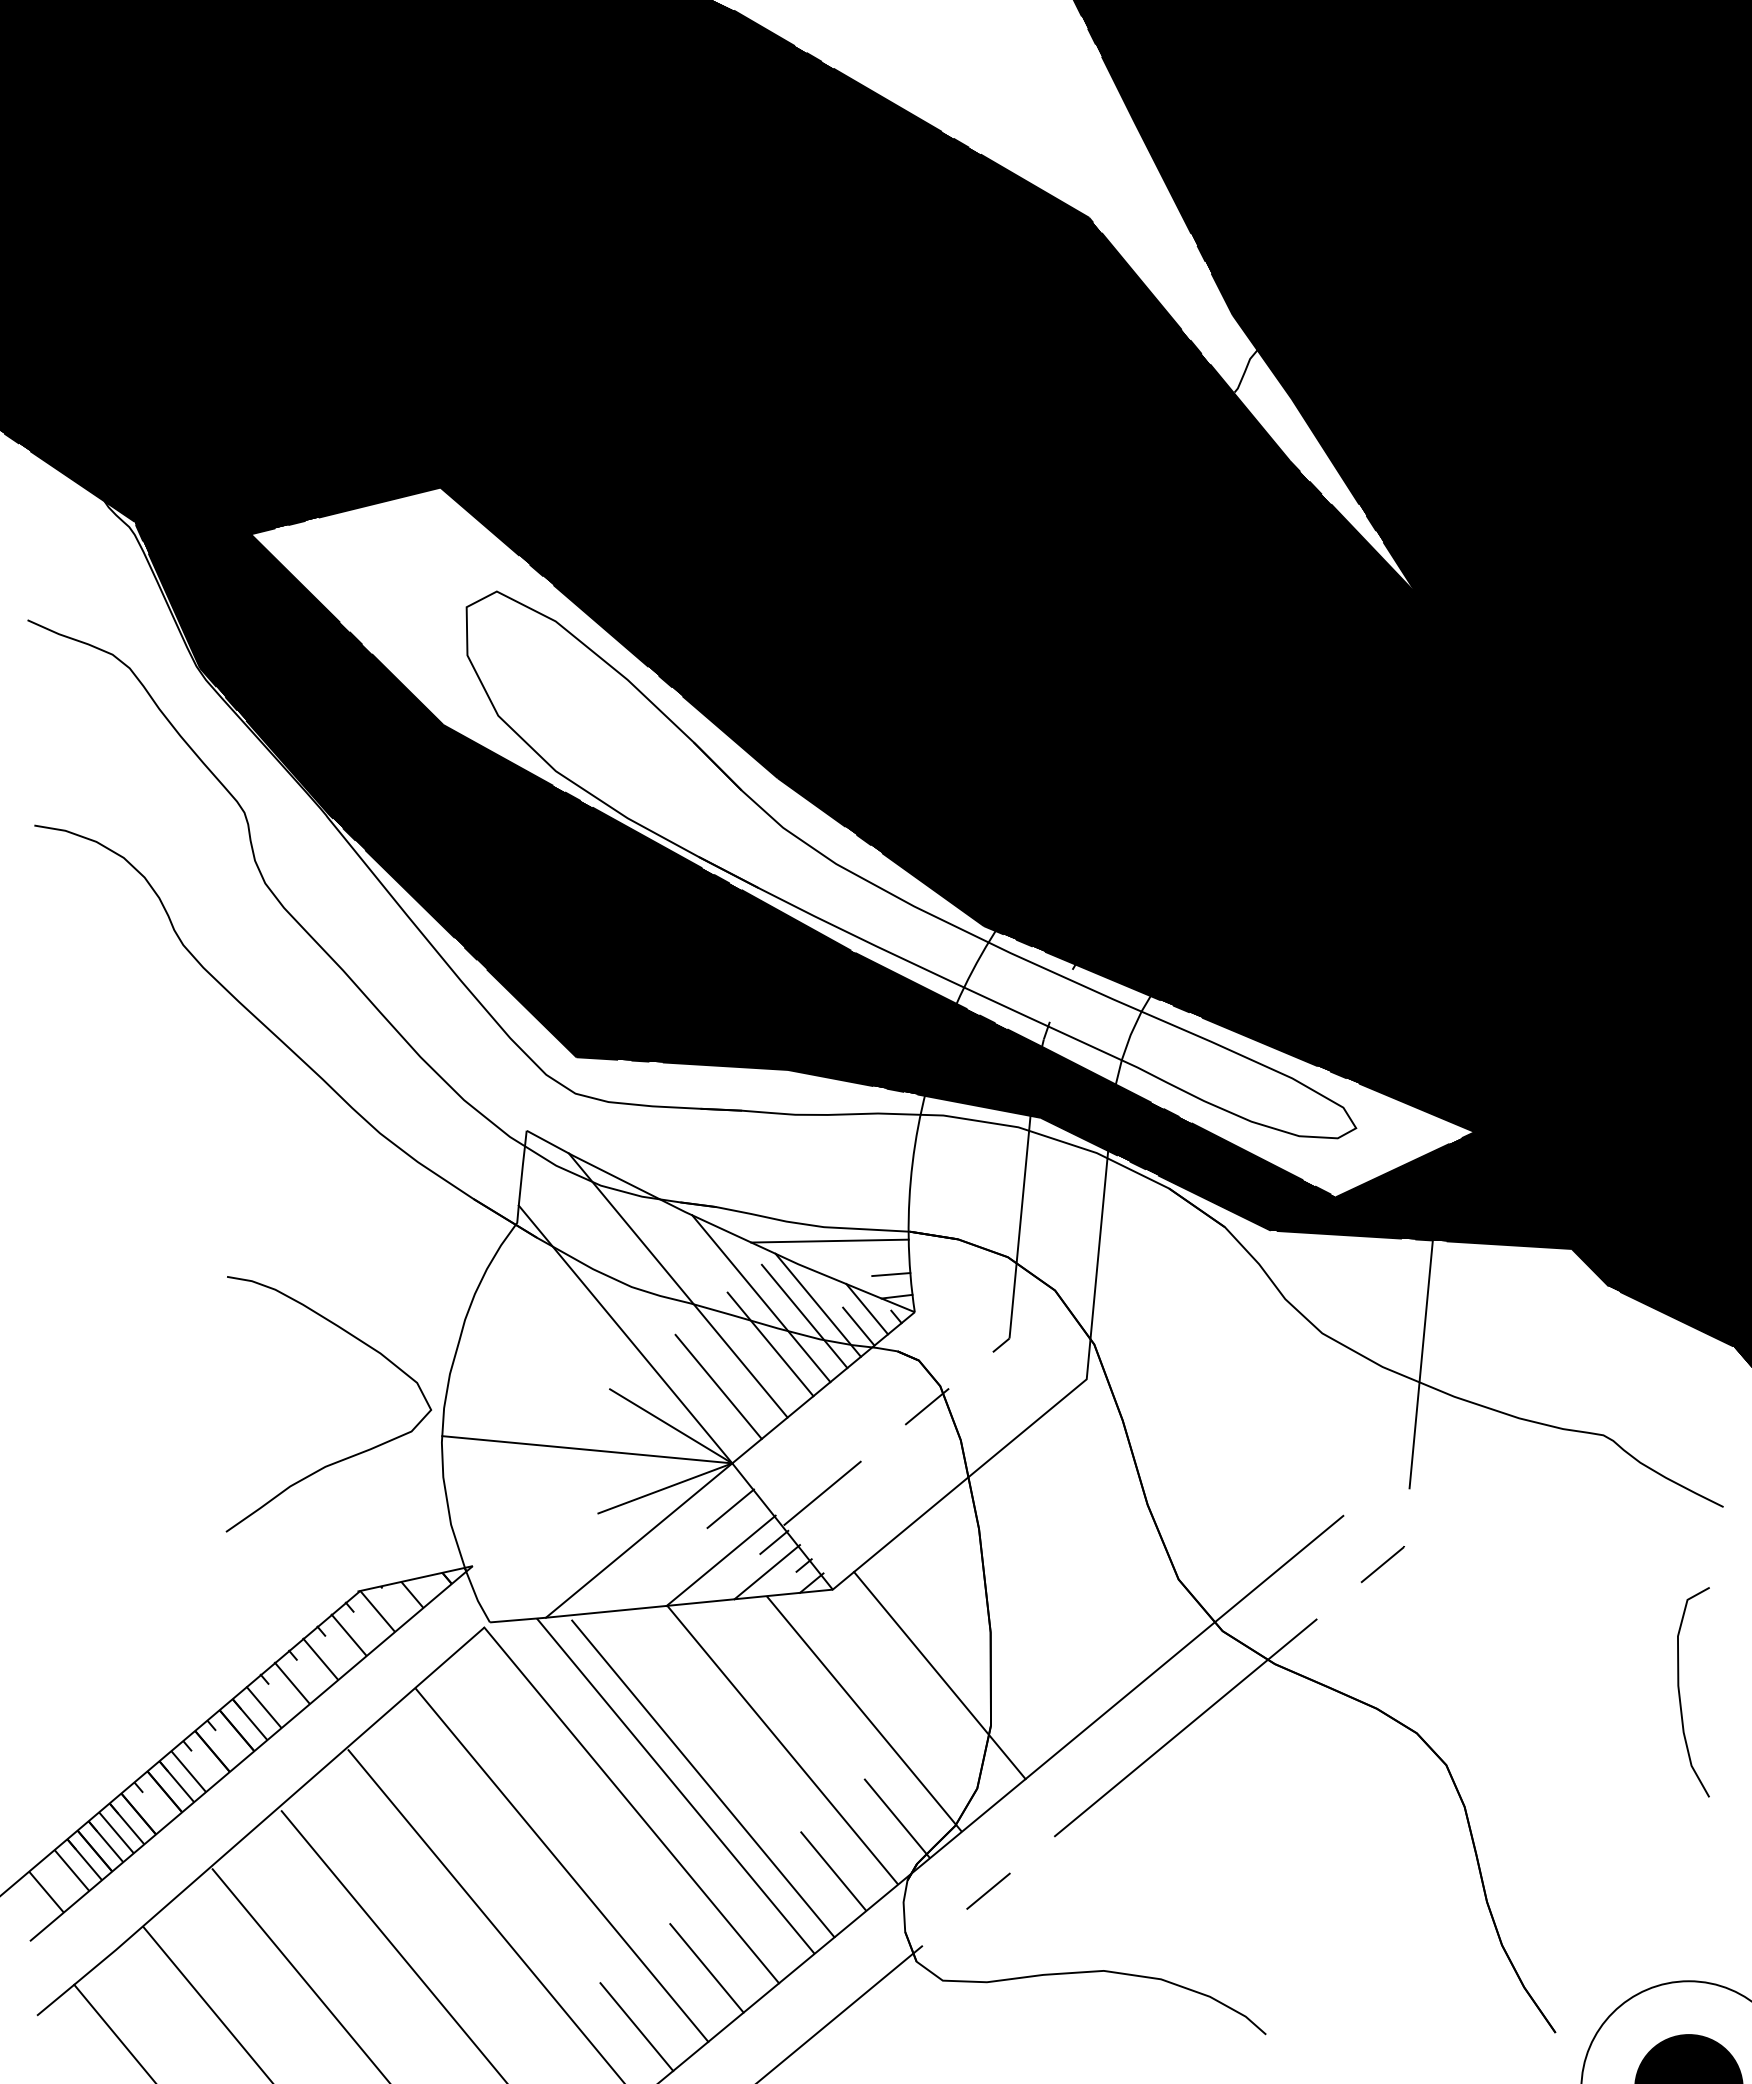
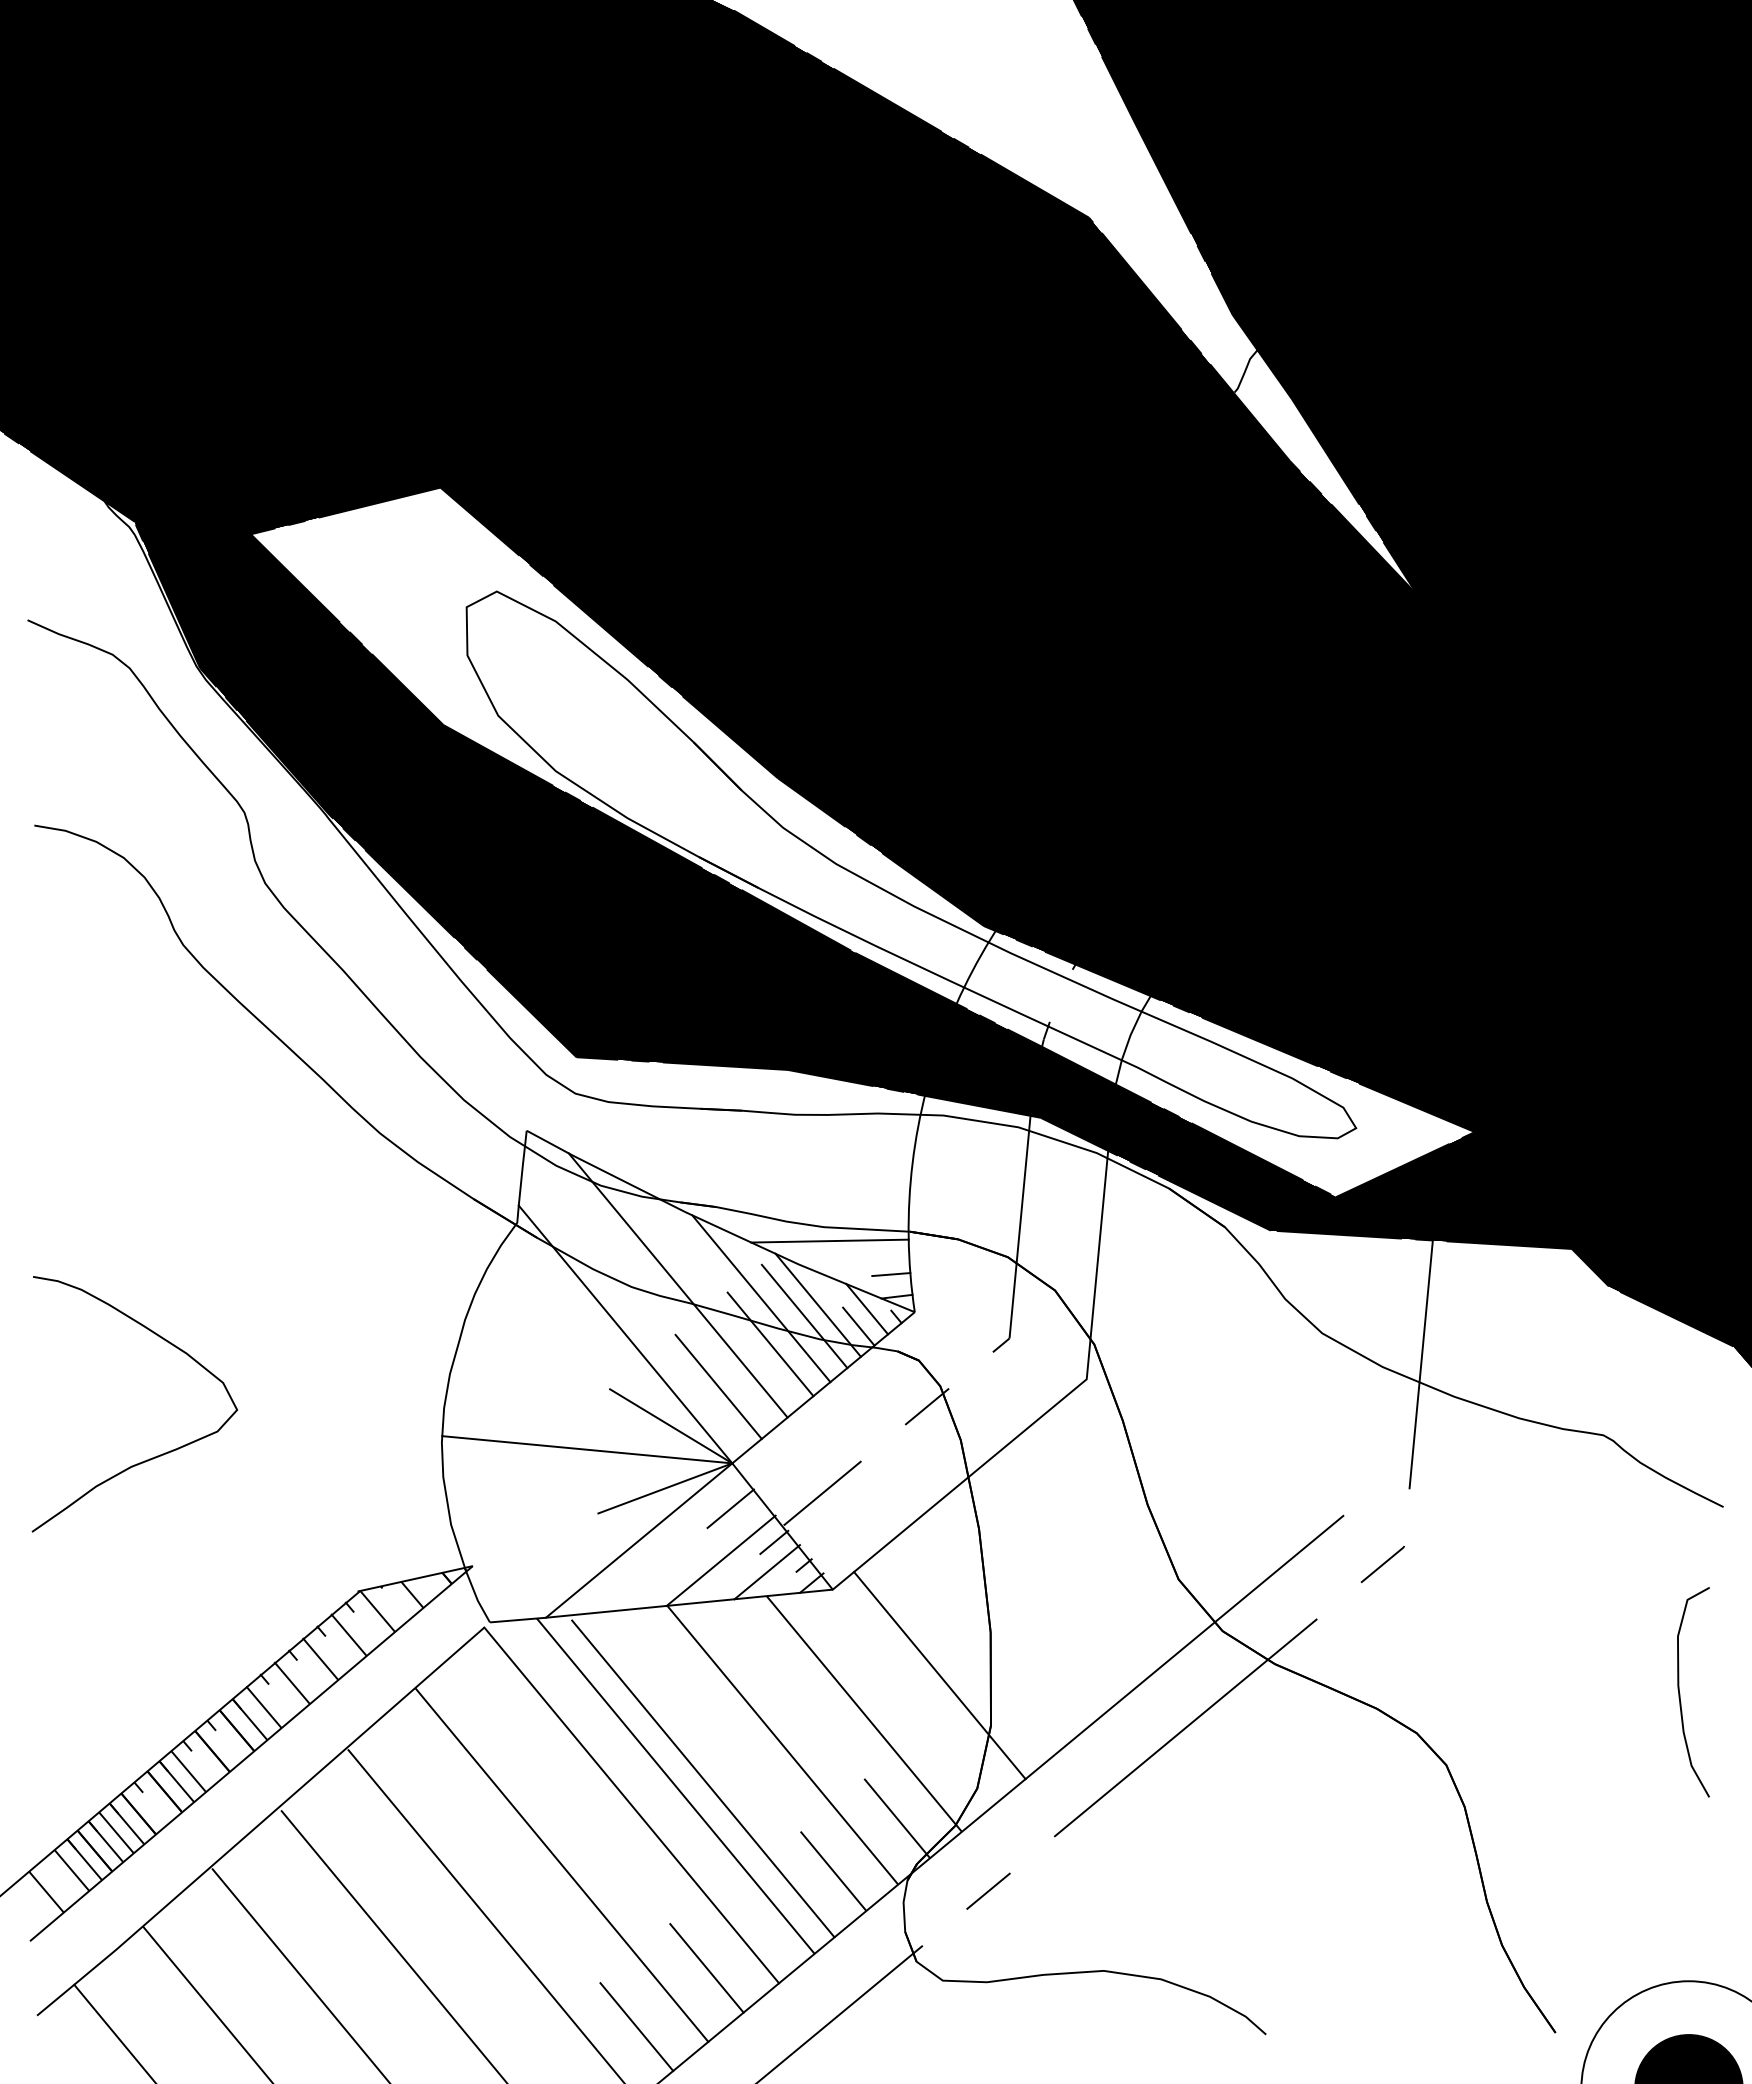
curve at (348, 1456) position: (348, 1456) -> (154, 1456)
